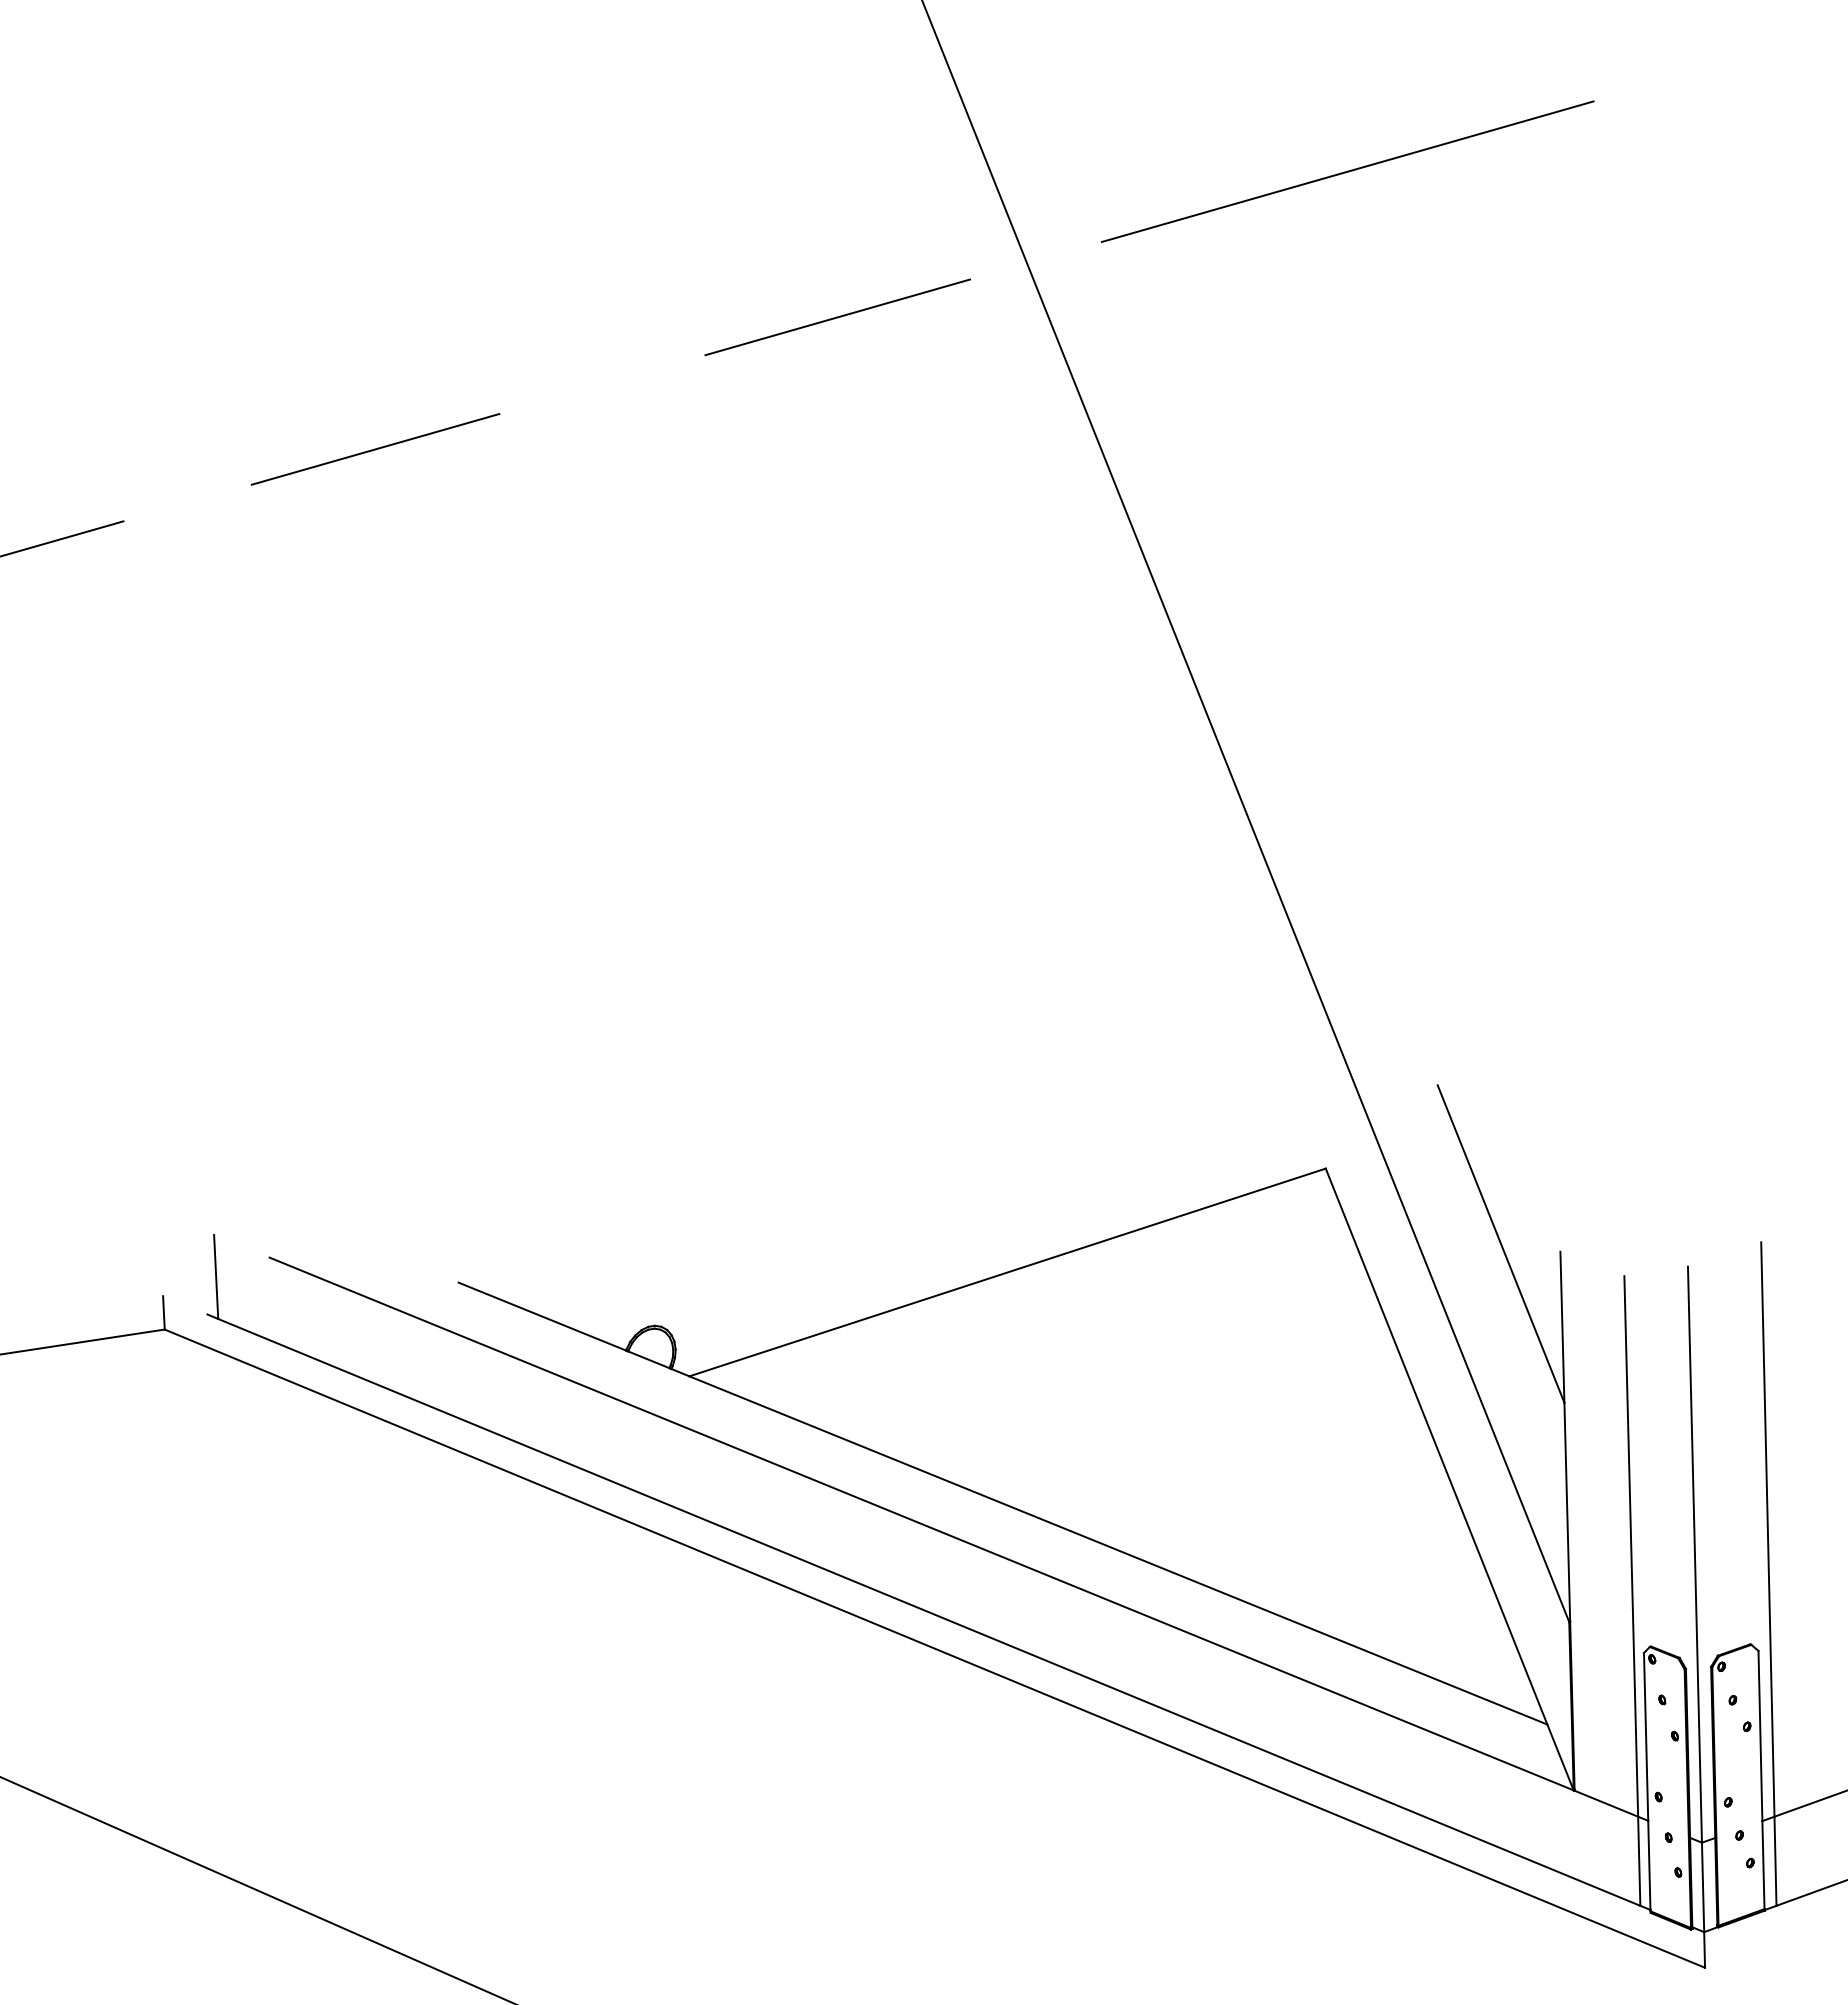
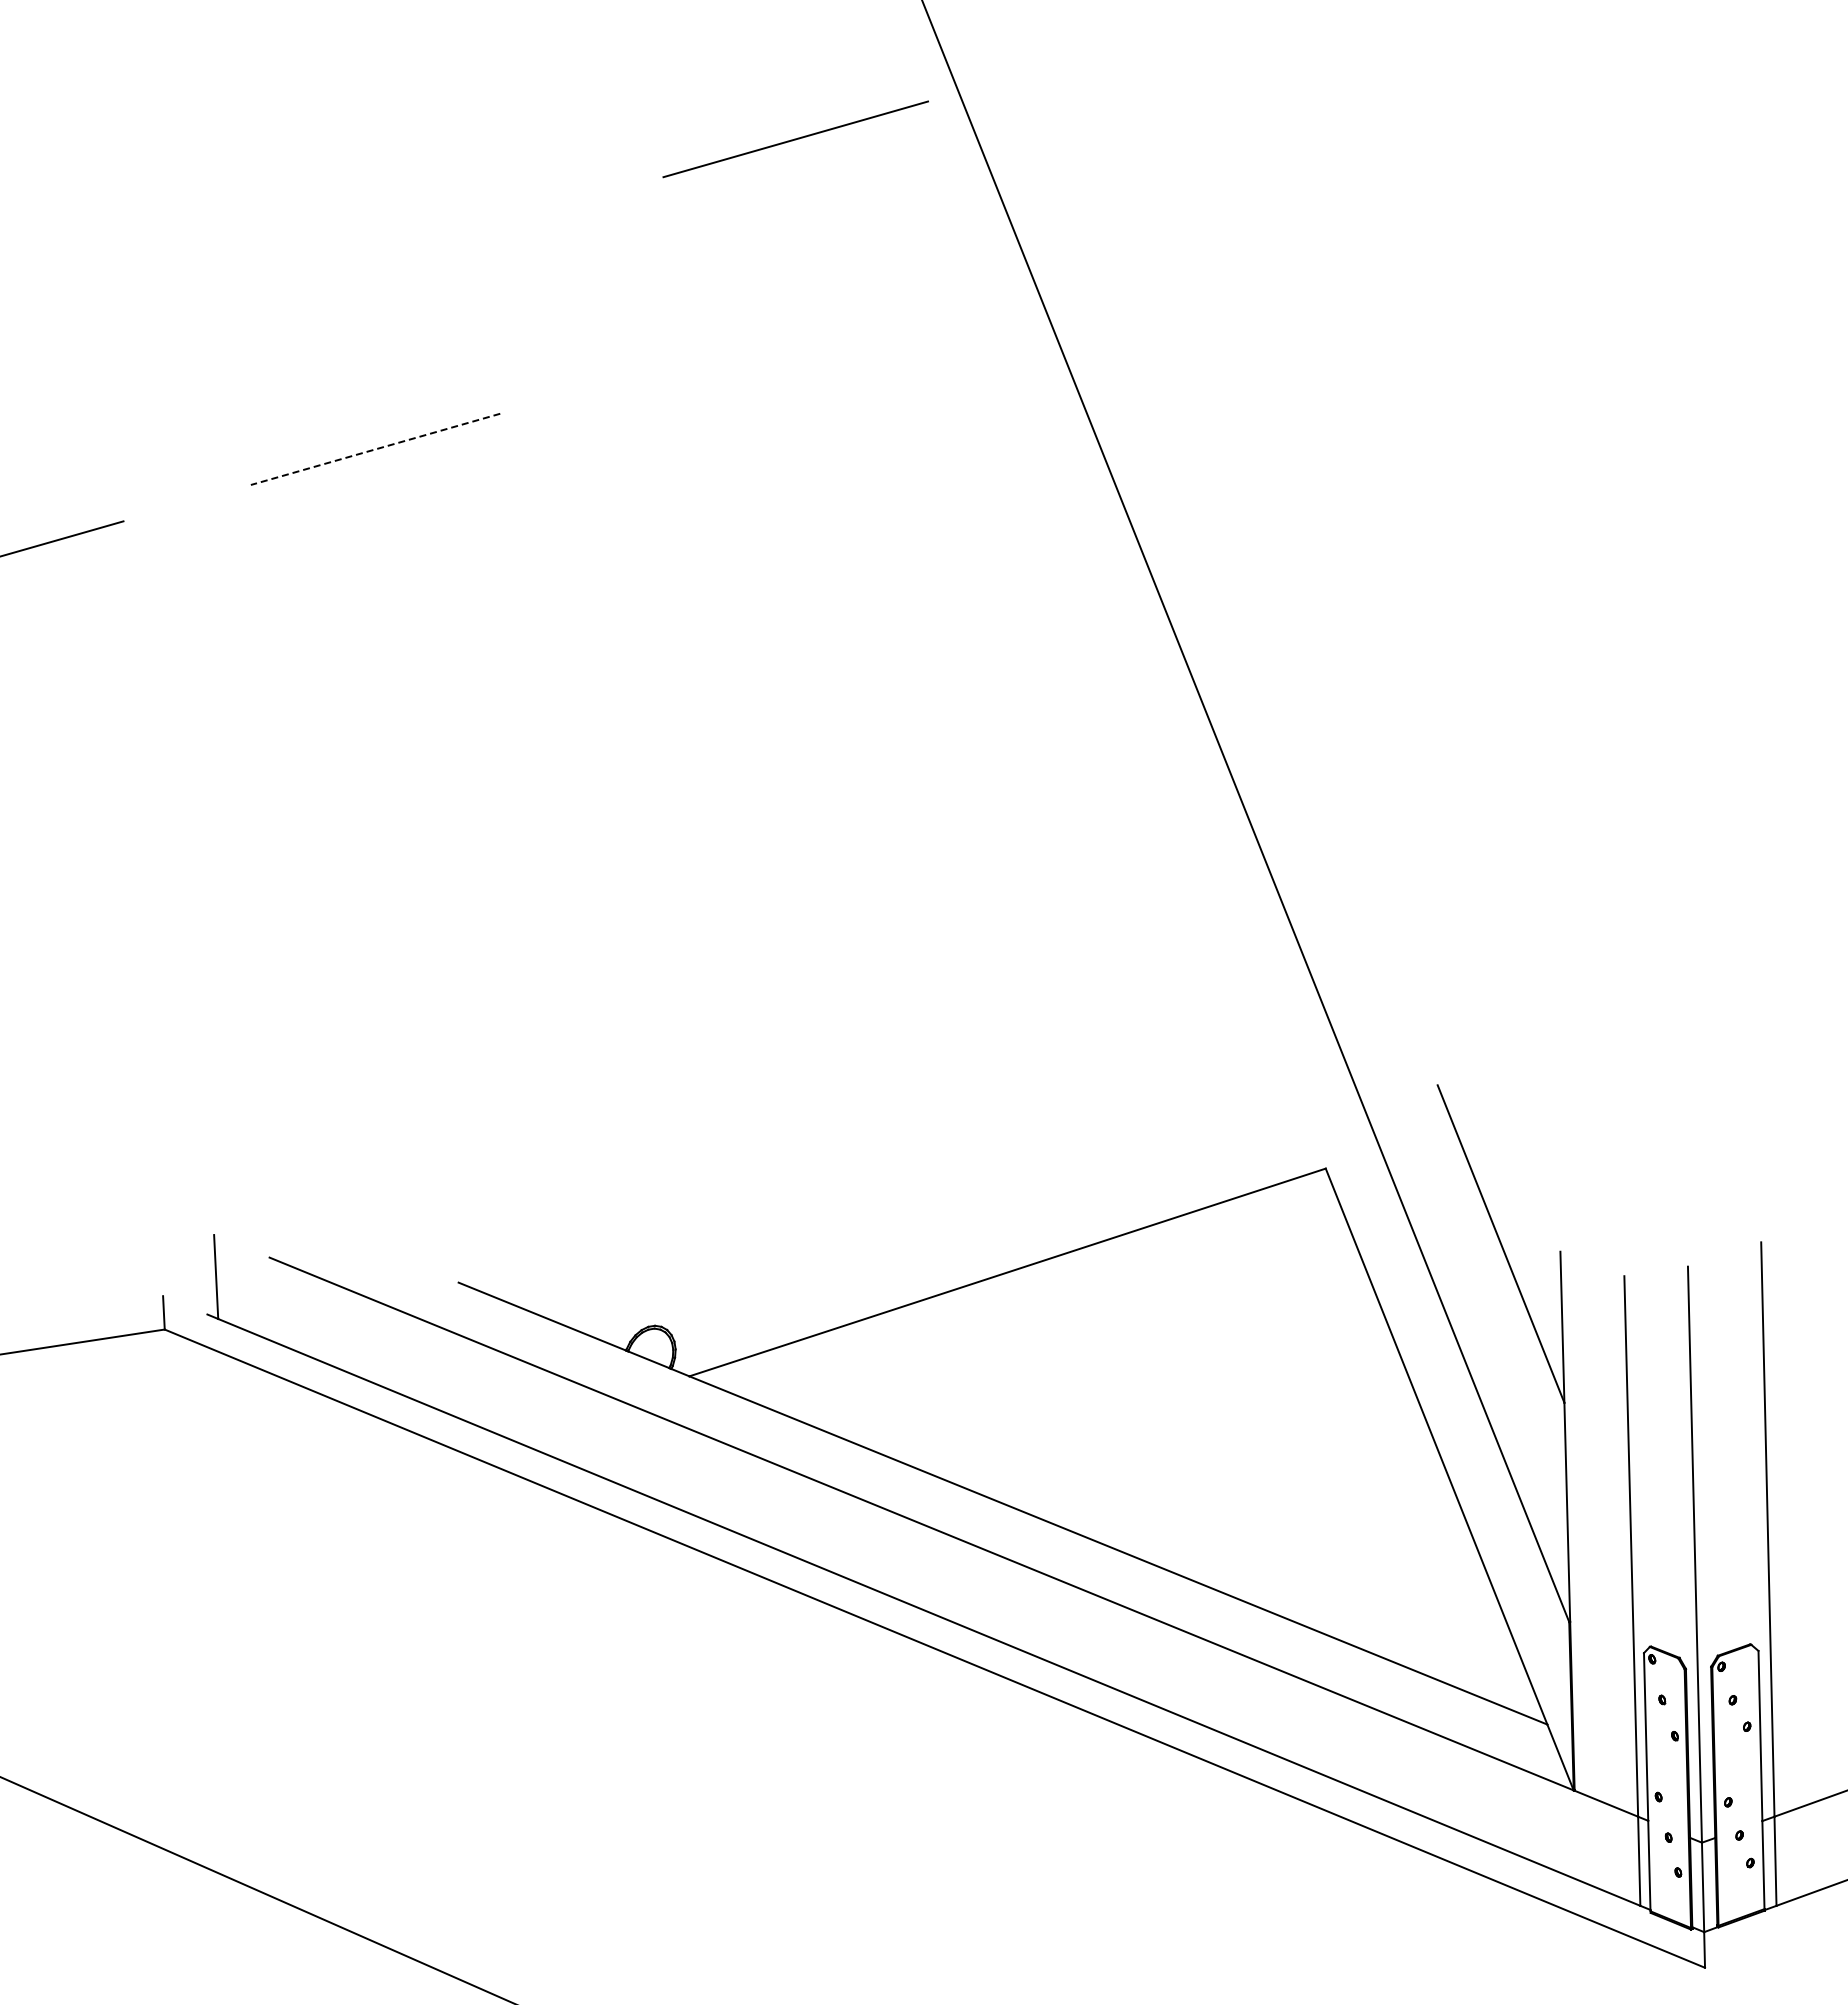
line at (1347, 171): present -> none
line at (837, 317) position: (837, 317) -> (795, 139)
line at (375, 449): solid -> dashed
